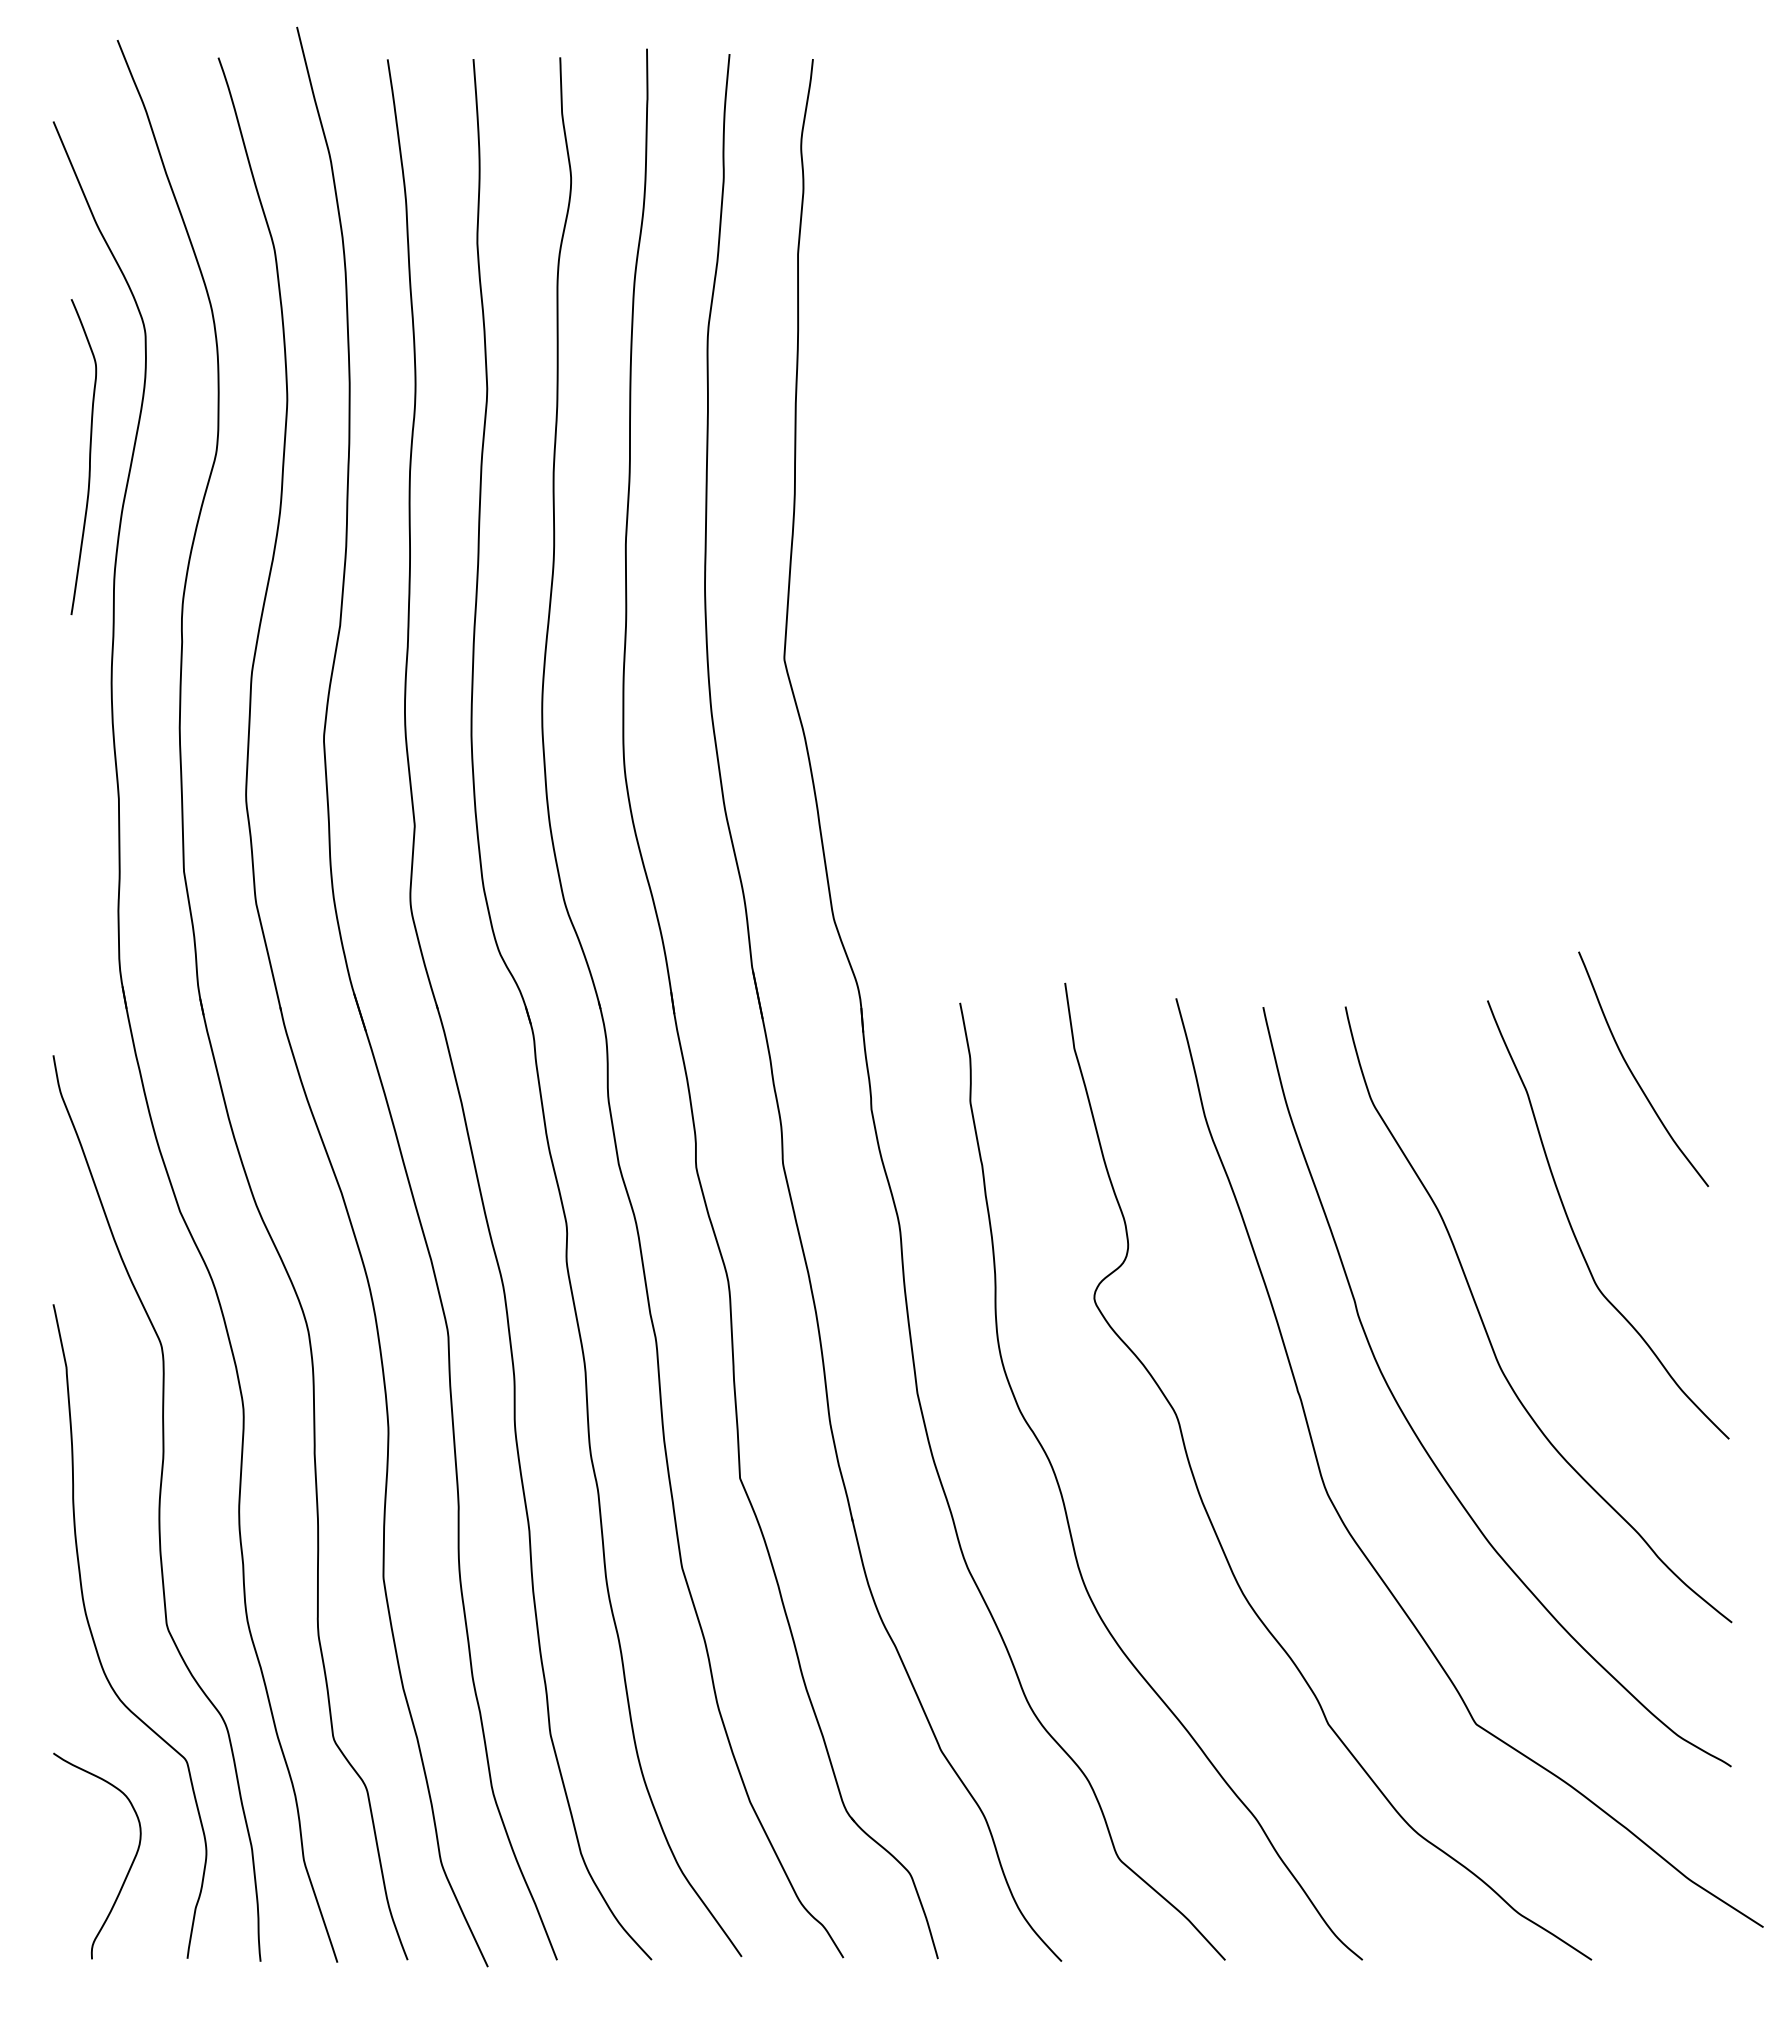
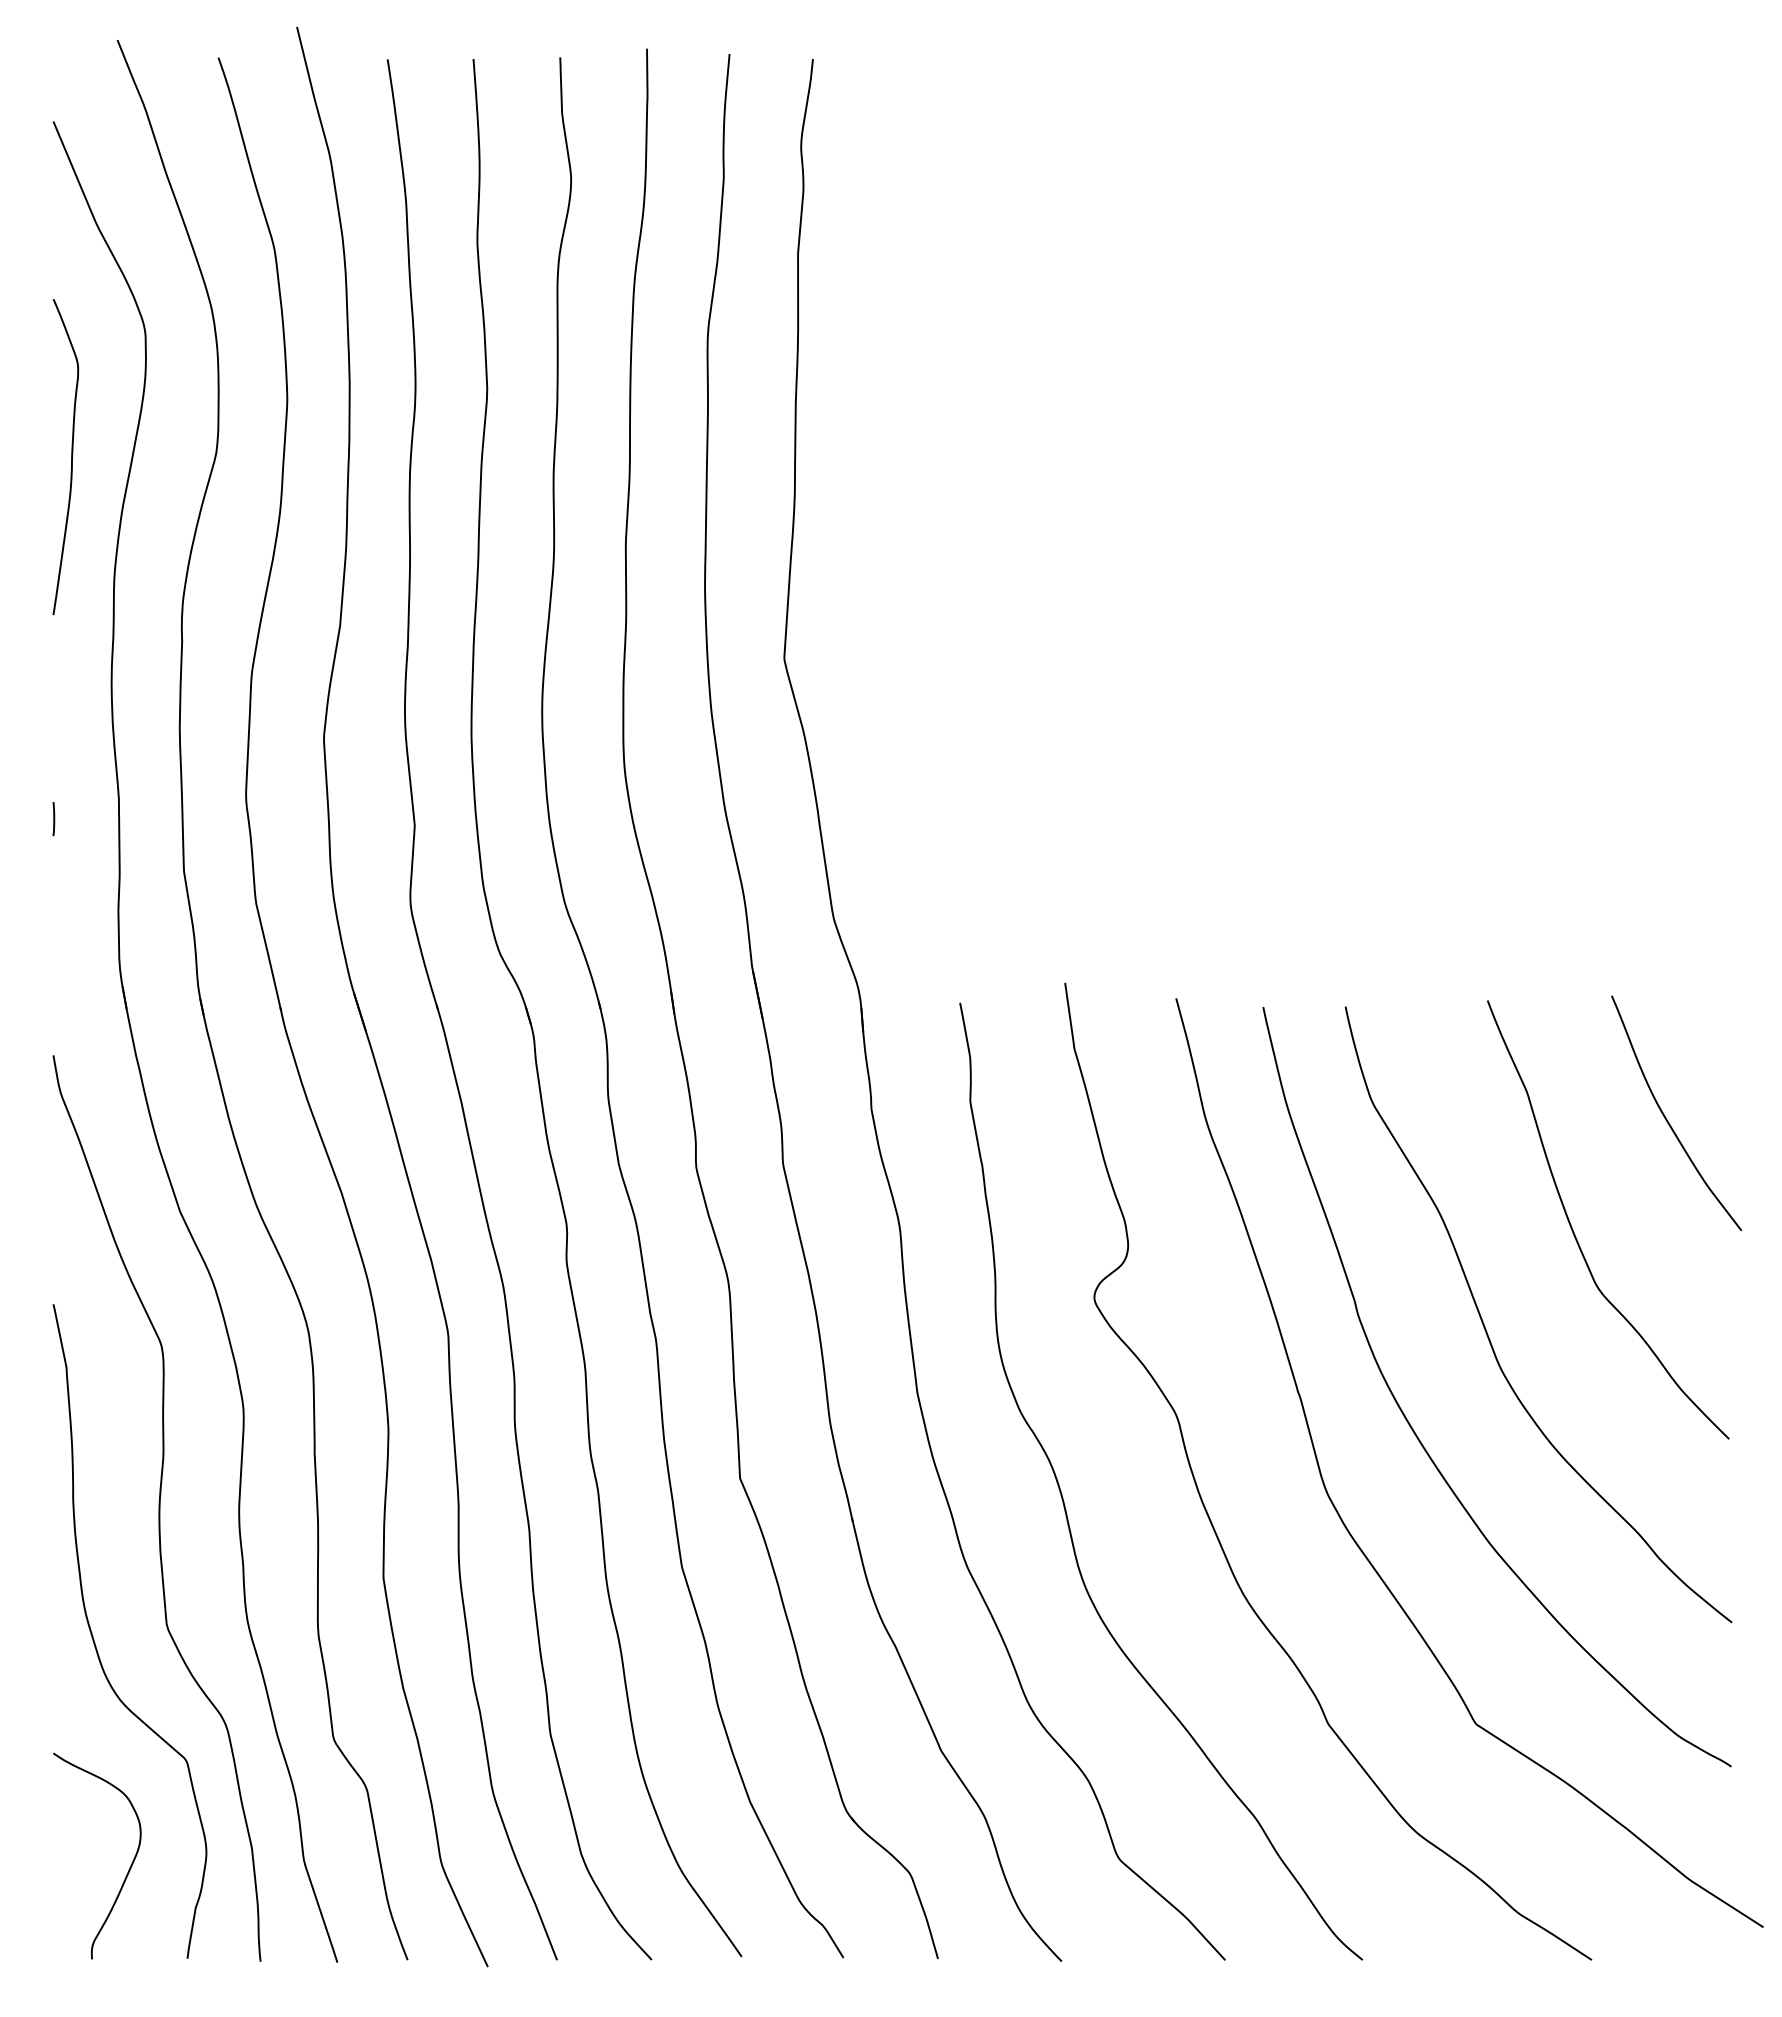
curve at (89, 456) position: (89, 456) -> (71, 456)
line at (53, 819): none -> present
curve at (1633, 1073) position: (1633, 1073) -> (1666, 1117)
